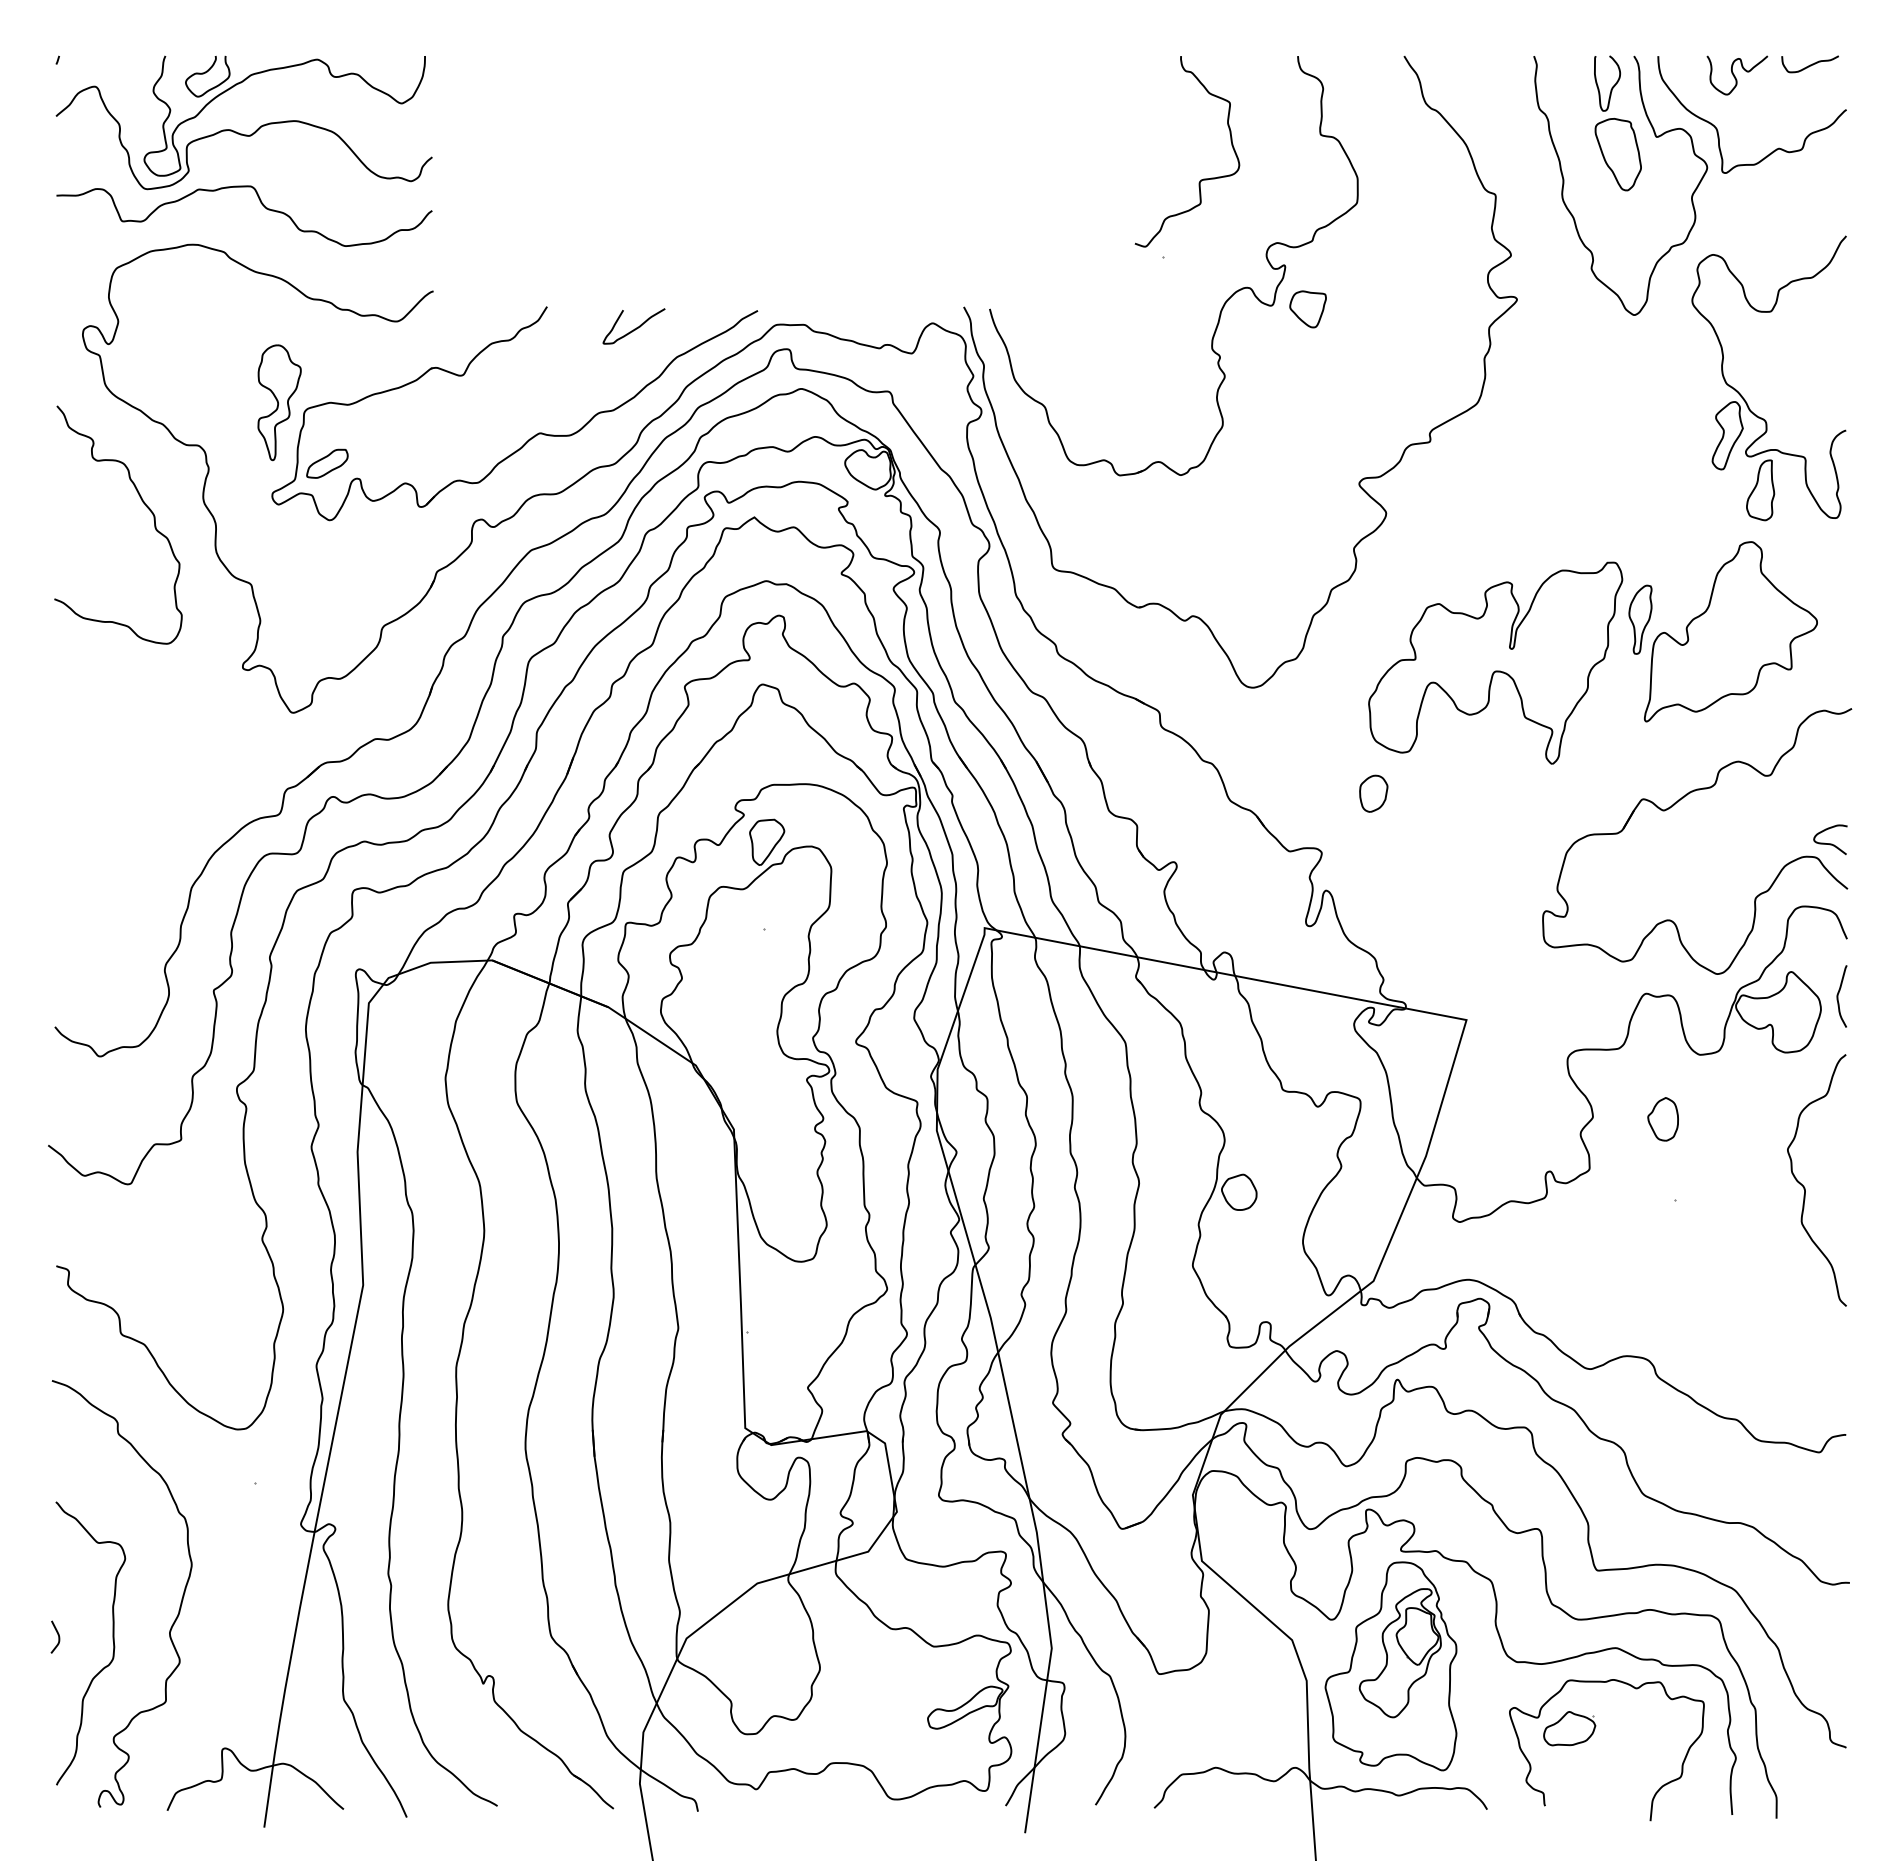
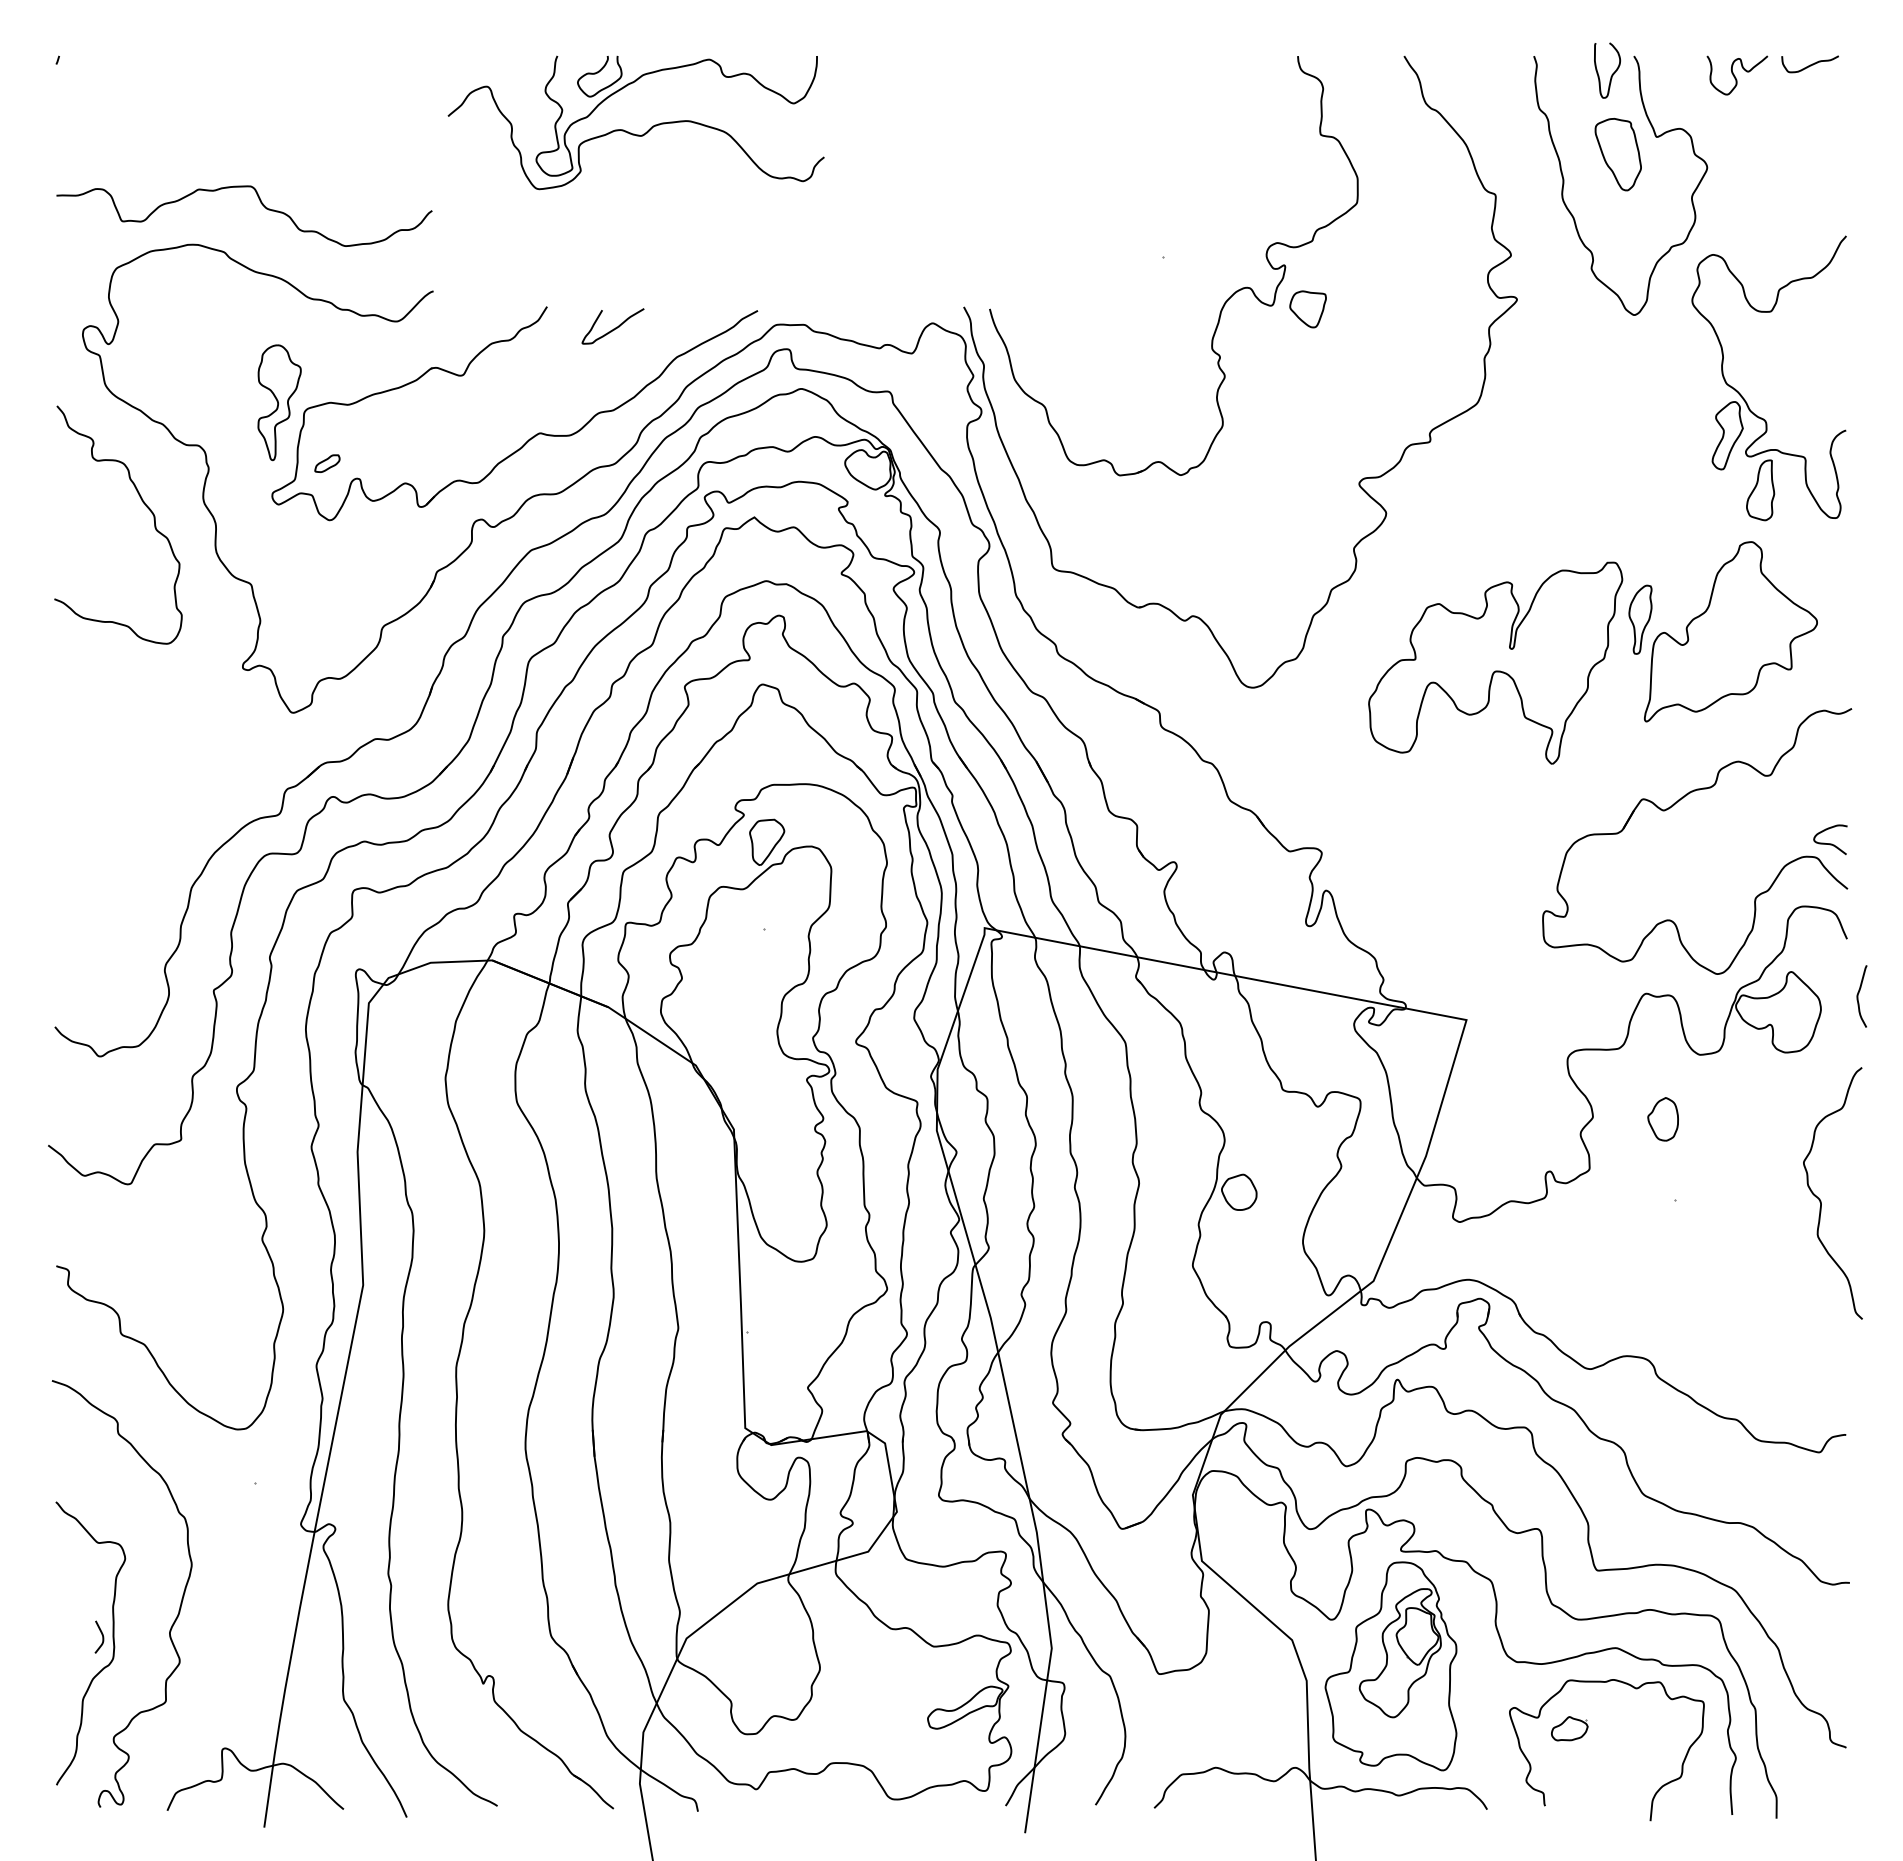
part at (1607, 83) position: (1607, 83) -> (1607, 70)
curve at (1718, 130): present -> none
part at (239, 132) position: (239, 132) -> (631, 132)
curve at (1201, 179): present -> none
curve at (634, 328) position: (634, 328) -> (613, 328)
part at (327, 463) size: 43x31 px -> 27x19 px
part at (1373, 793): present -> none
curve at (1838, 996) position: (1838, 996) -> (1858, 996)
curve at (1804, 1186) position: (1804, 1186) -> (1820, 1199)
curve at (57, 1634) position: (57, 1634) -> (101, 1634)
part at (1569, 1728) size: 54x36 px -> 38x26 px
